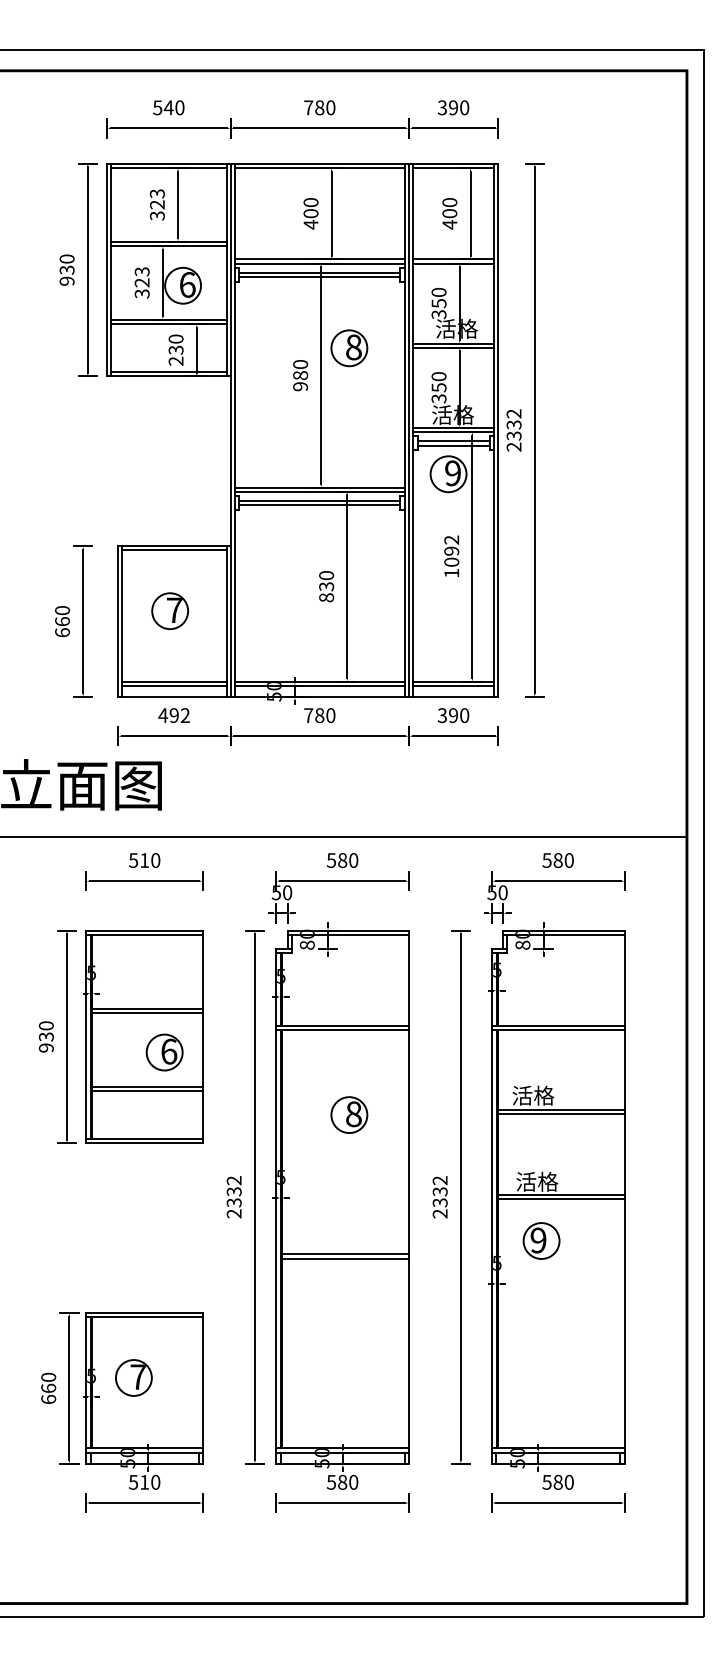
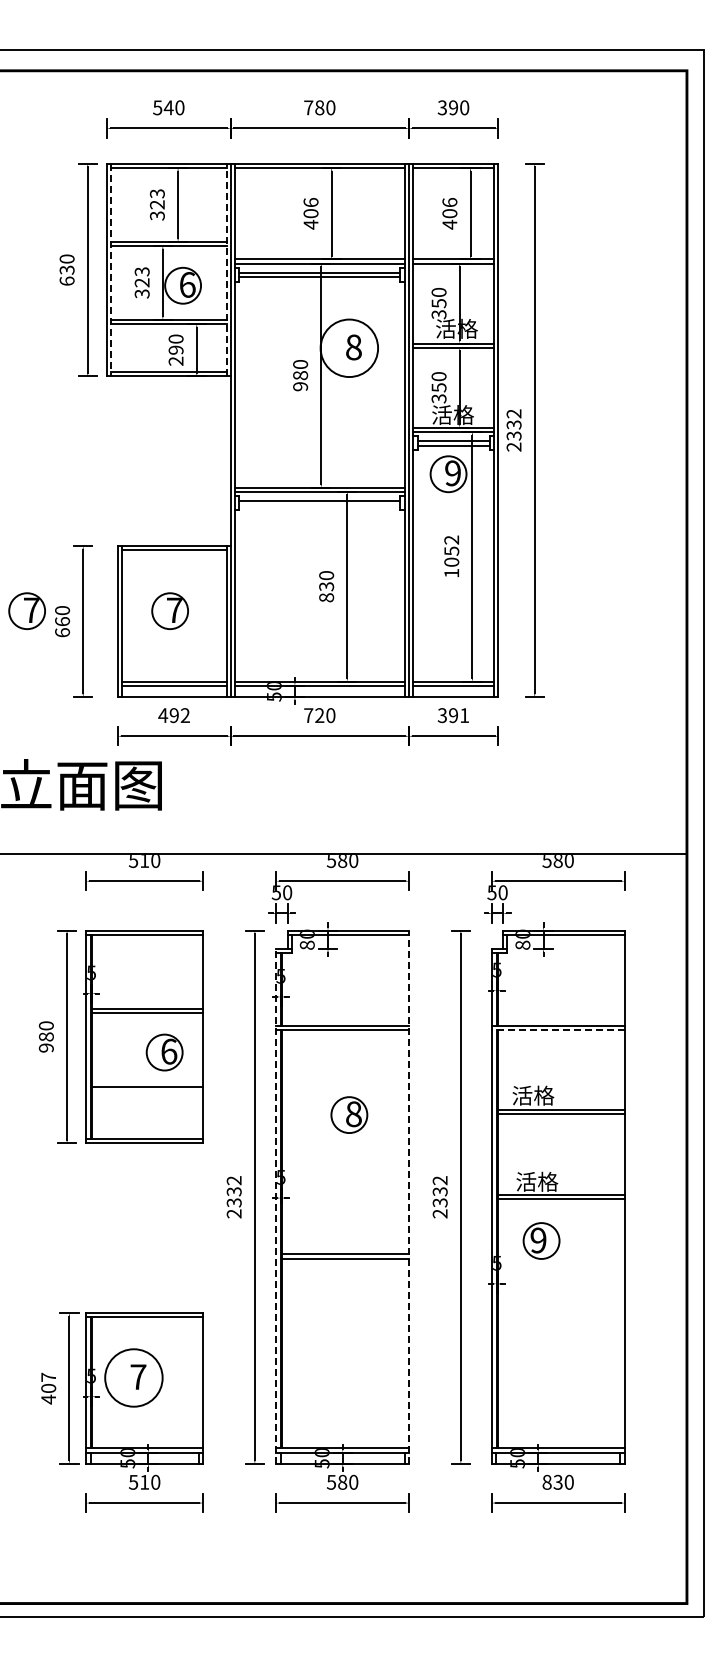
text at (310, 202): 400 -> 406
text at (449, 202): 400 -> 406
line at (226, 269): solid -> dashed
line at (111, 270): solid -> dashed
text at (66, 280): 930 -> 630
circle at (349, 348) diameter: 36 px -> 57 px
text at (176, 349): 230 -> 290
line at (319, 505): present -> none
text at (451, 550): 1092 -> 1052
part at (26, 610): none -> present
text at (319, 715): 780 -> 720
text at (464, 715): 390 -> 391
line at (344, 837) position: (344, 837) -> (344, 854)
line at (557, 1030): solid -> dashed
text at (46, 1036): 930 -> 980
line at (147, 1090): present -> none
line at (409, 1197): solid -> dashed
line at (276, 1206): solid -> dashed
circle at (133, 1377) diameter: 36 px -> 57 px
text at (48, 1388): 660 -> 407
text at (552, 1481): 580 -> 830
